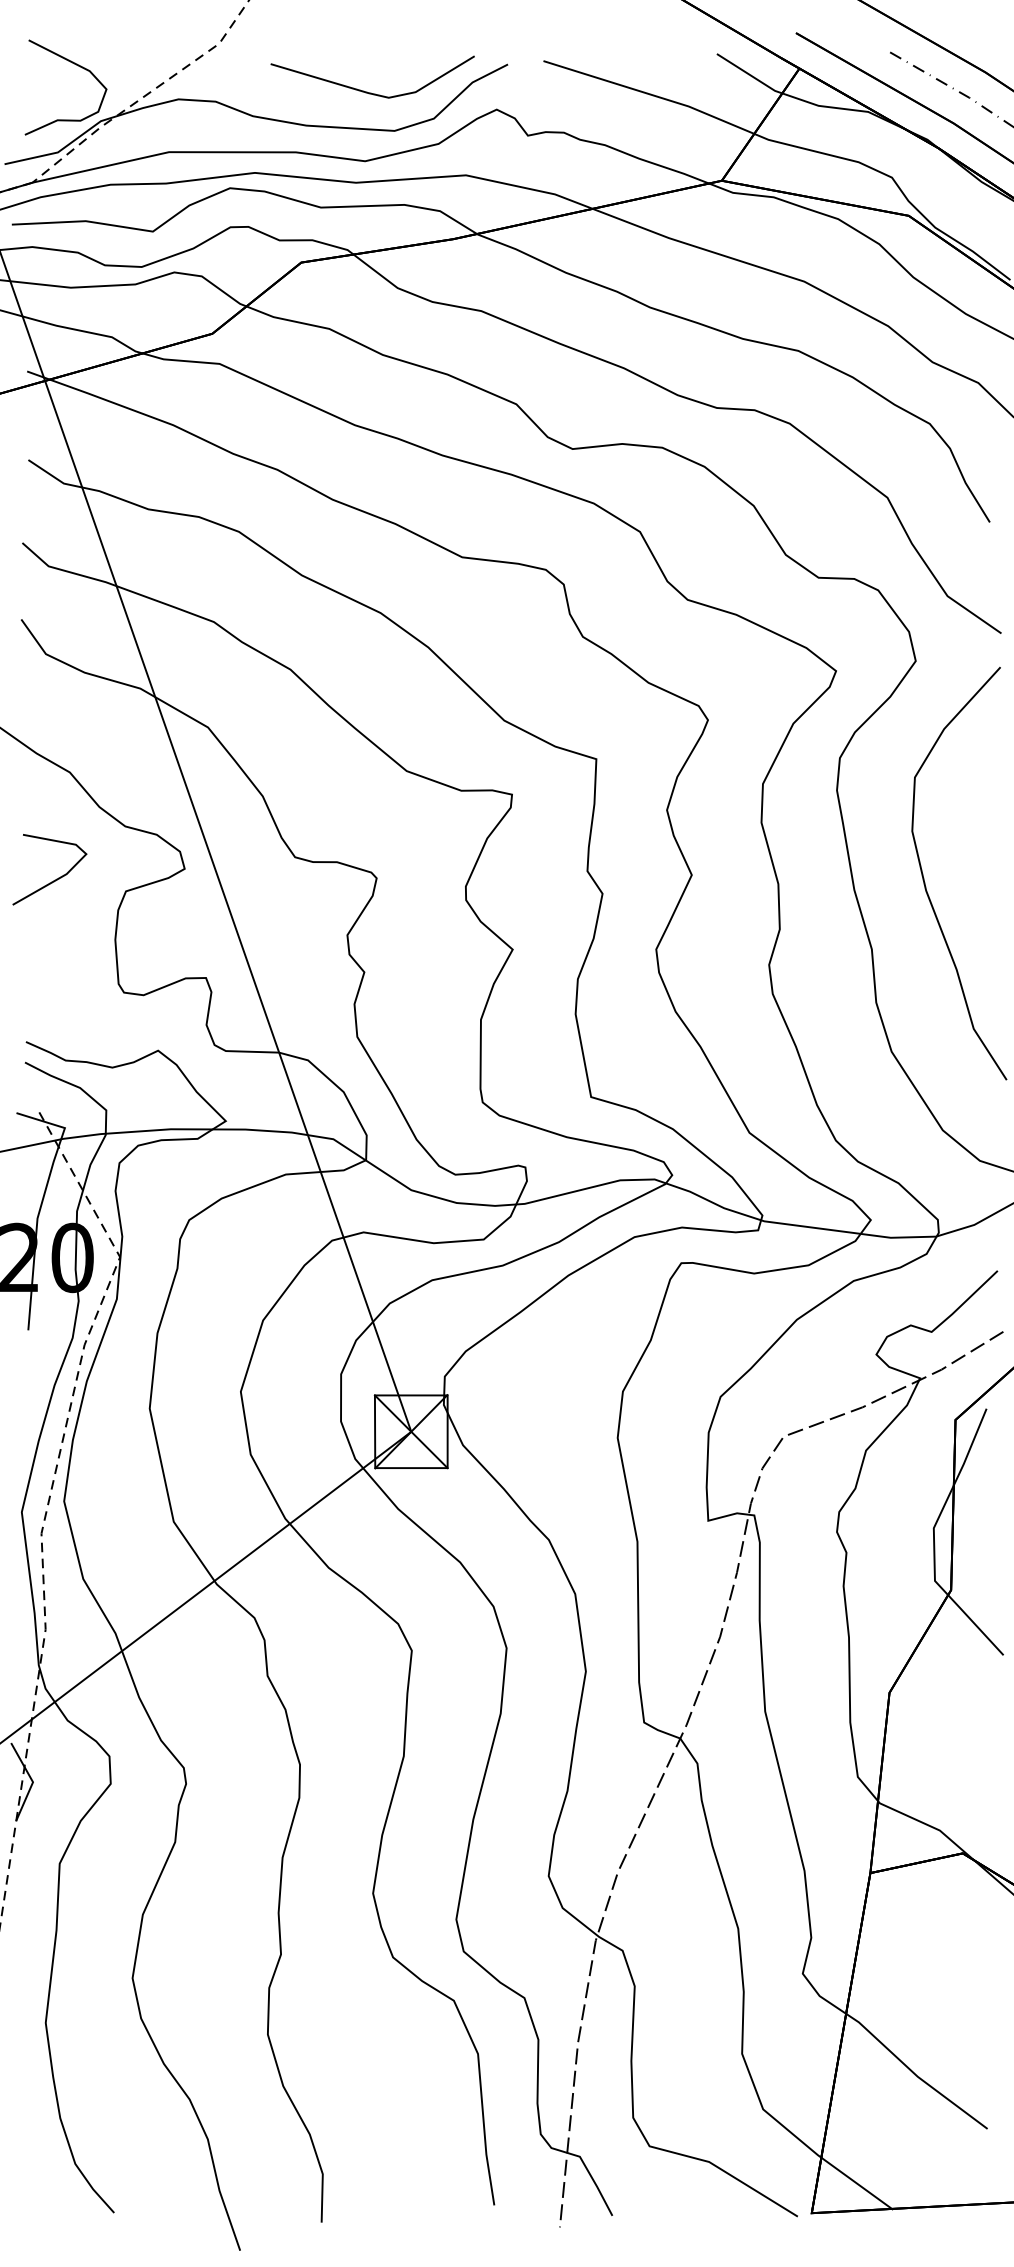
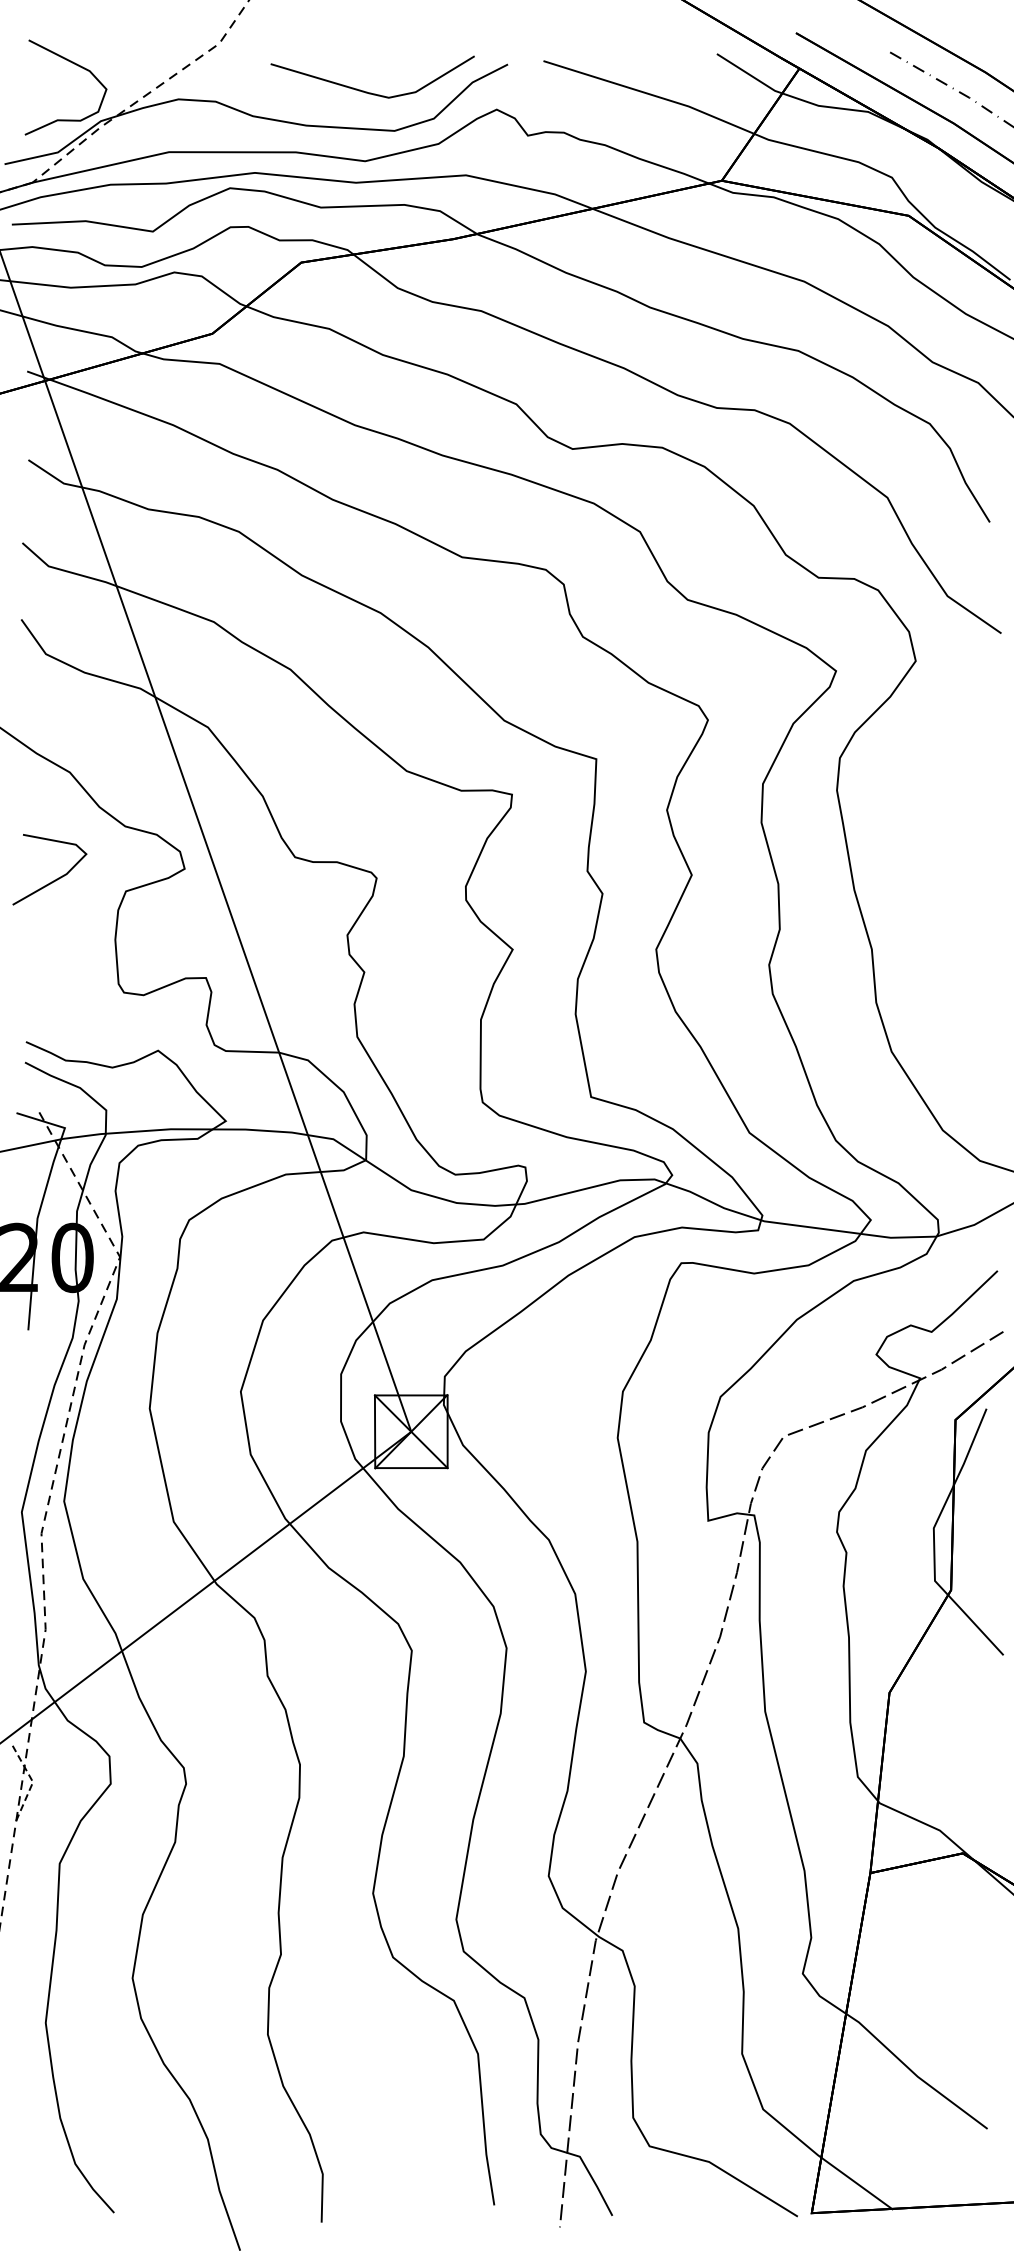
curve at (925, 882): present -> none
line at (32, 1781): solid -> dashed
